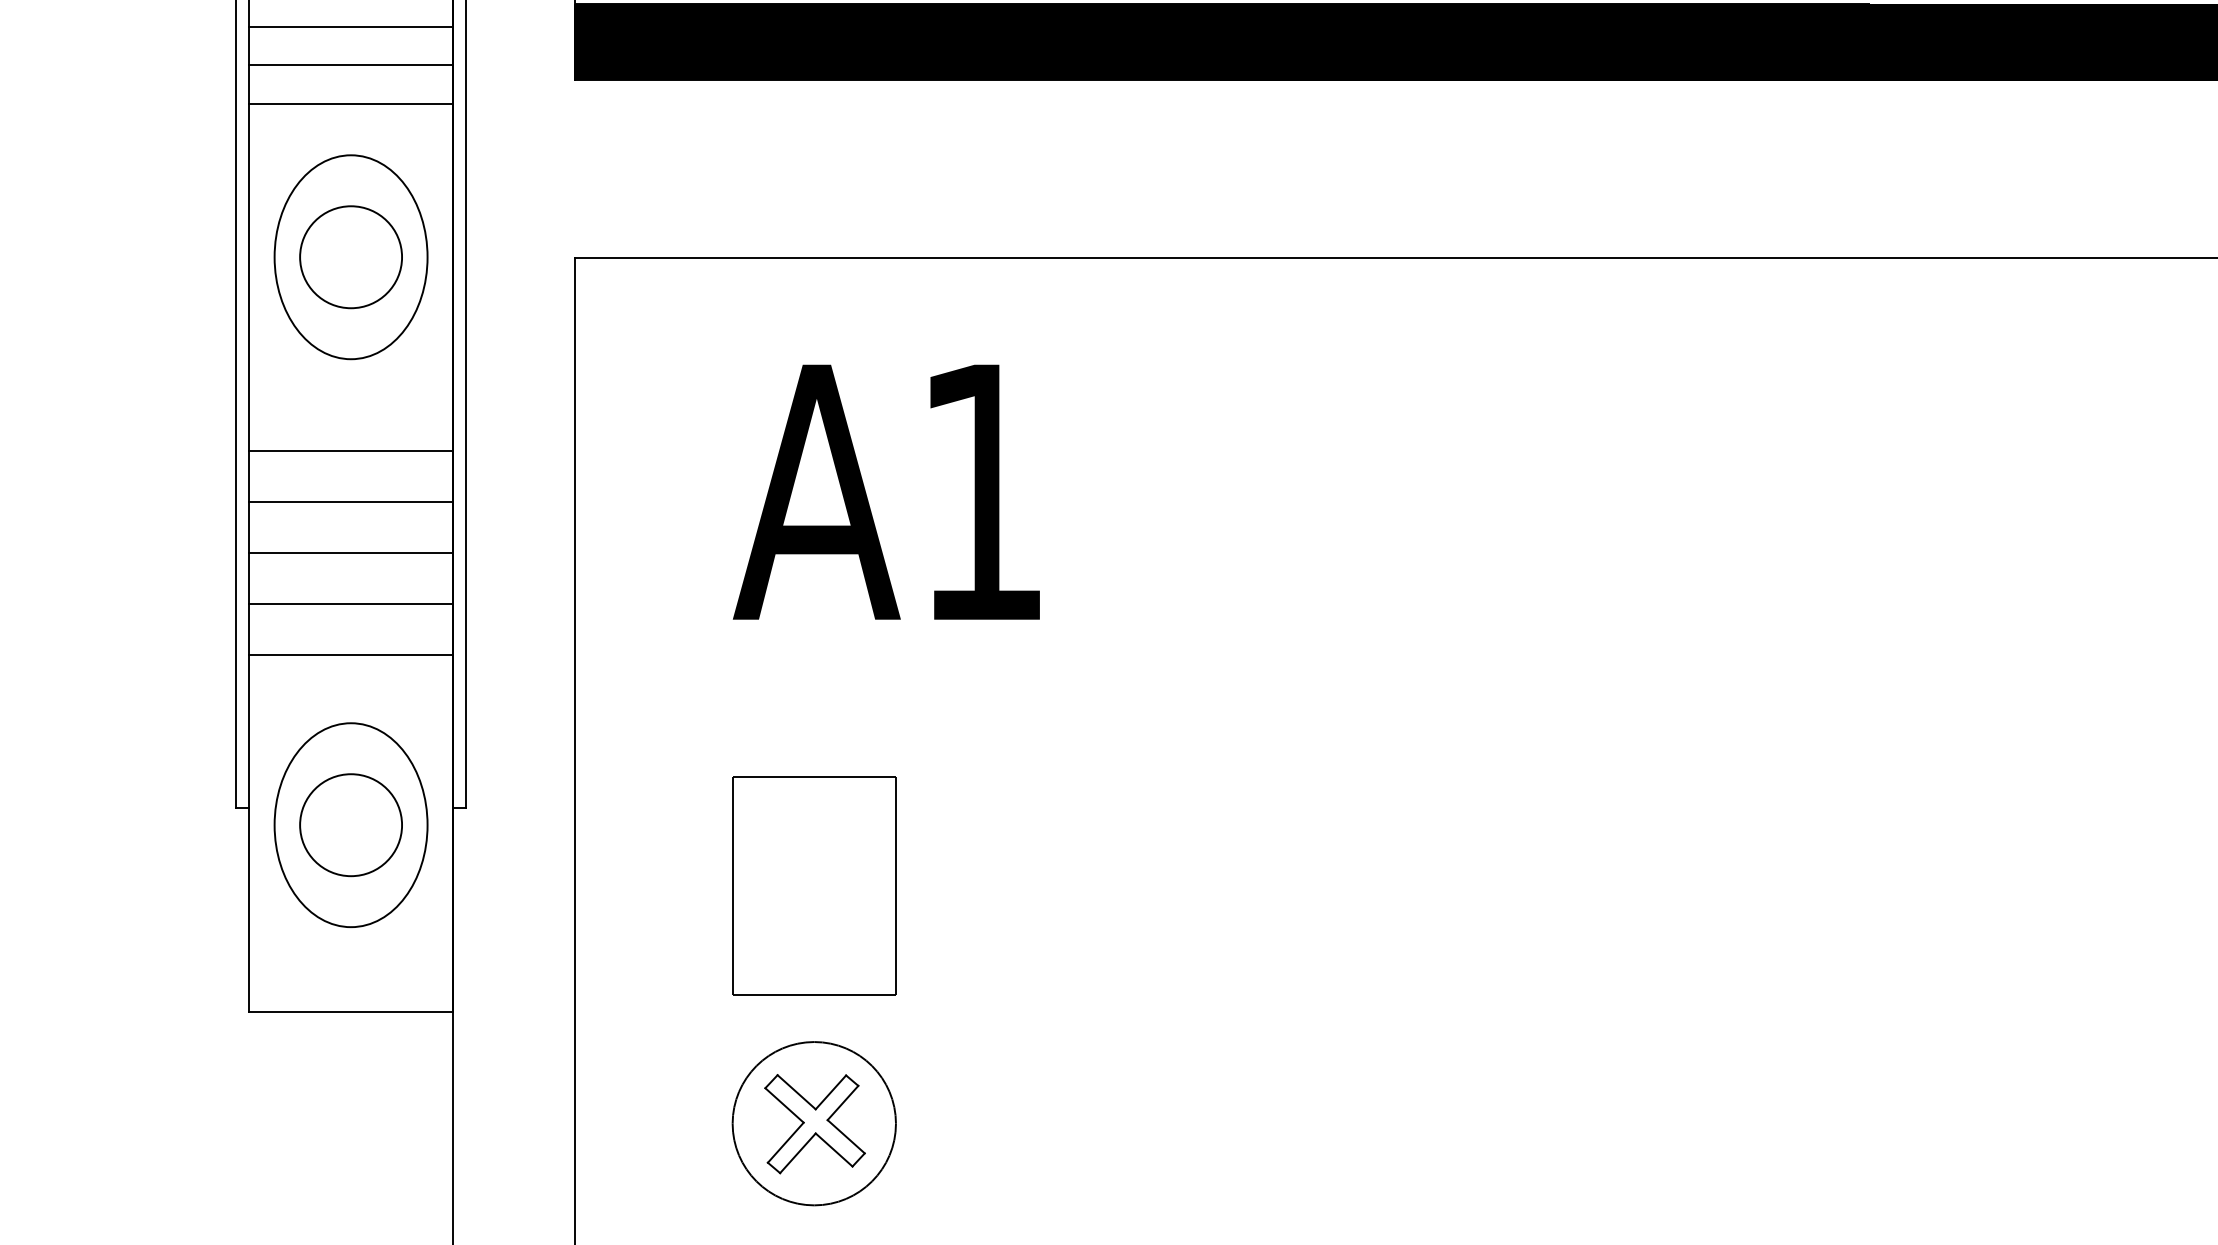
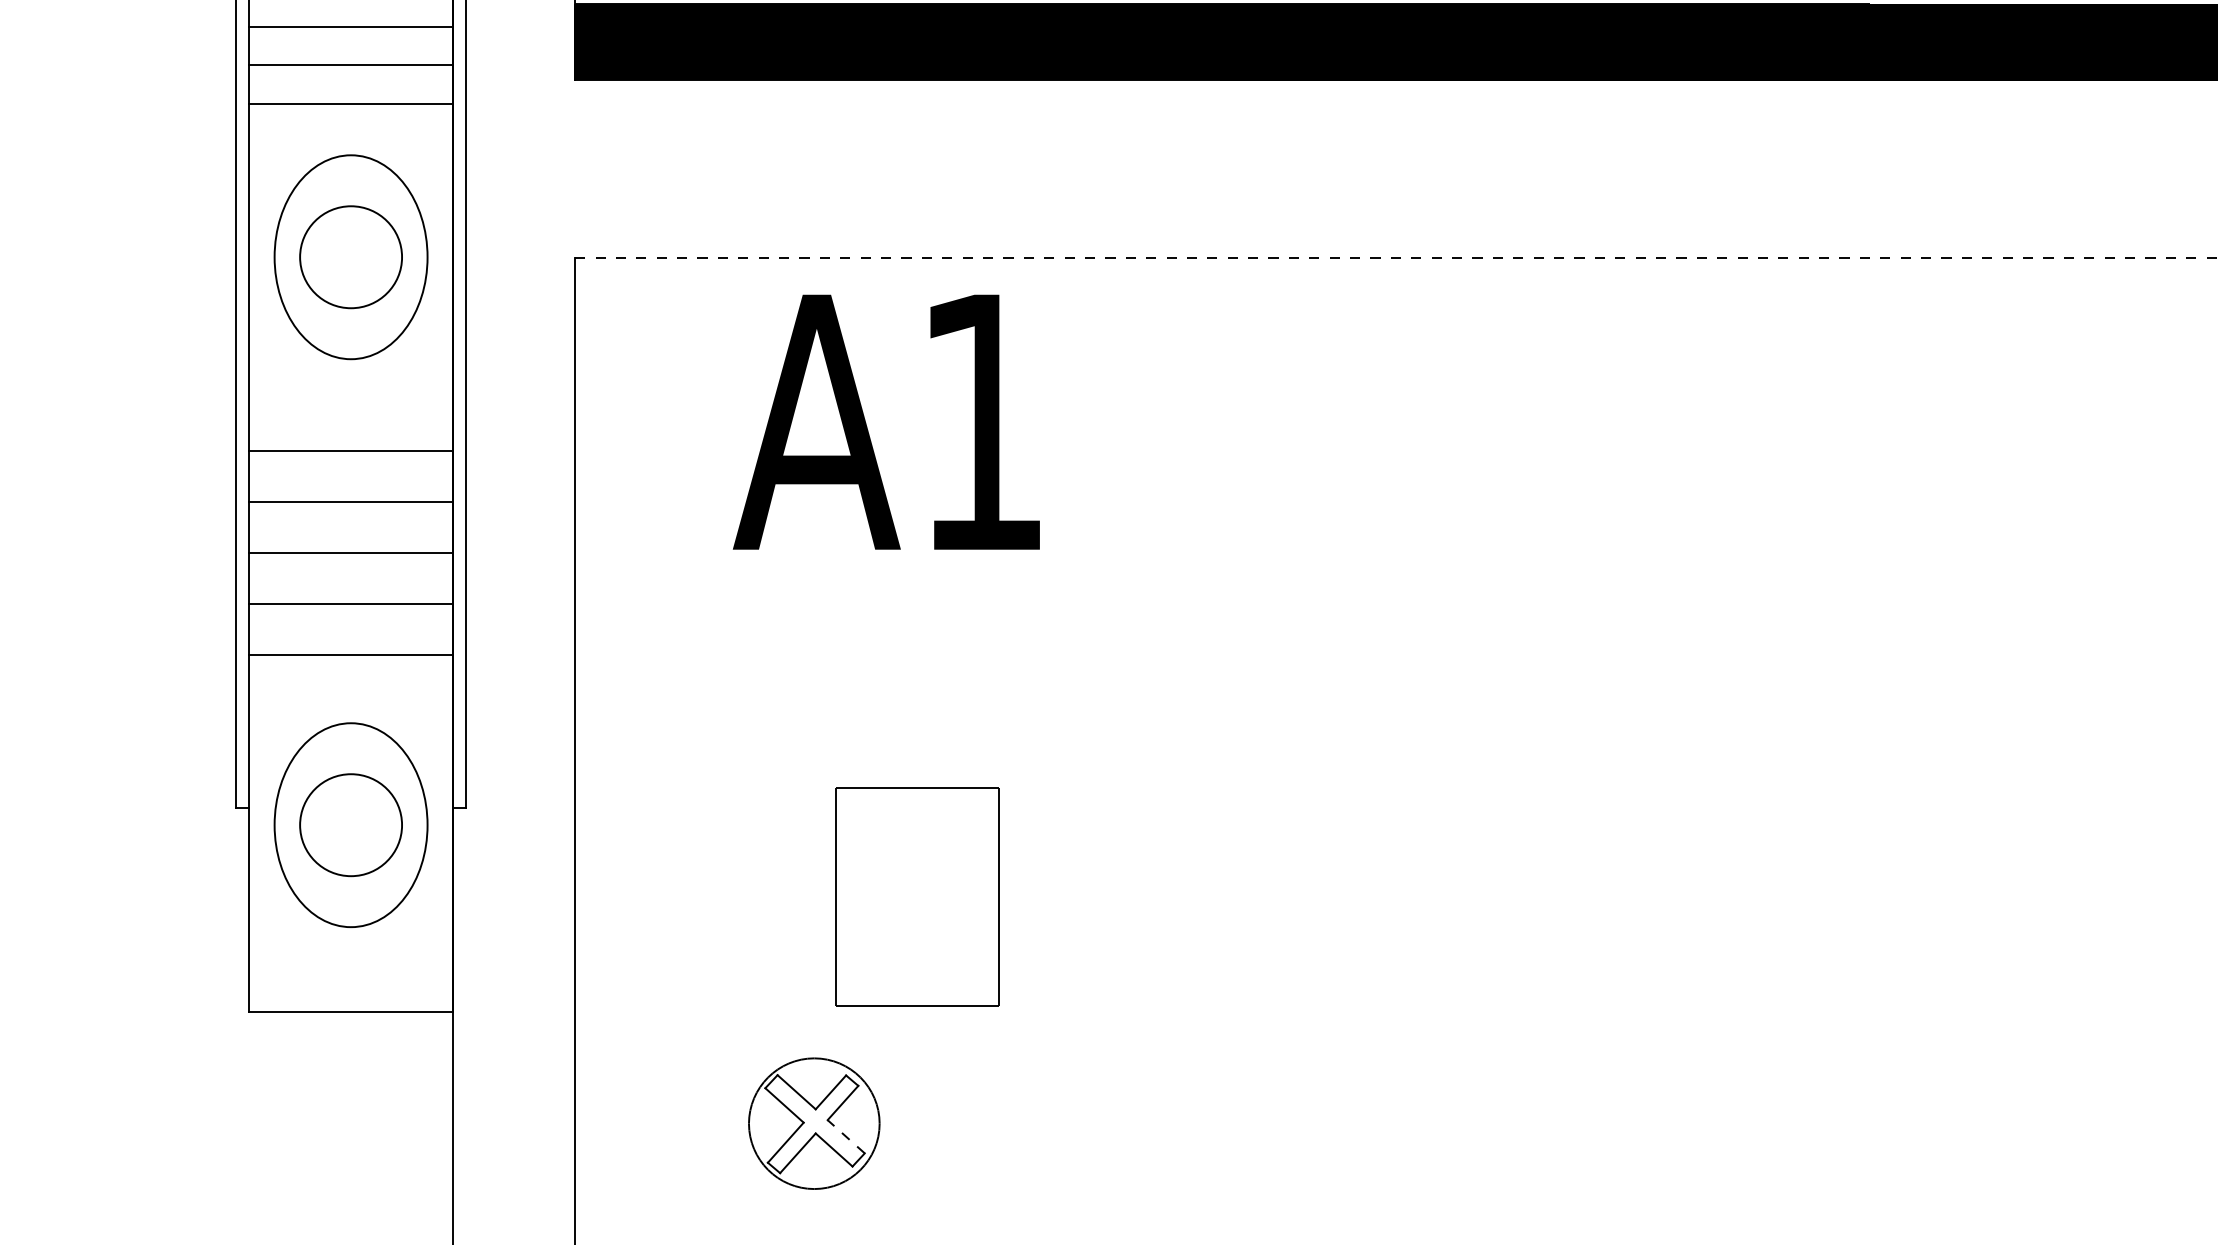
line at (1396, 258): solid -> dashed
text at (885, 491) position: (885, 491) -> (885, 421)
part at (814, 885) position: (814, 885) -> (917, 896)
circle at (813, 1123) diameter: 163 px -> 131 px
line at (846, 1136): solid -> dashed
